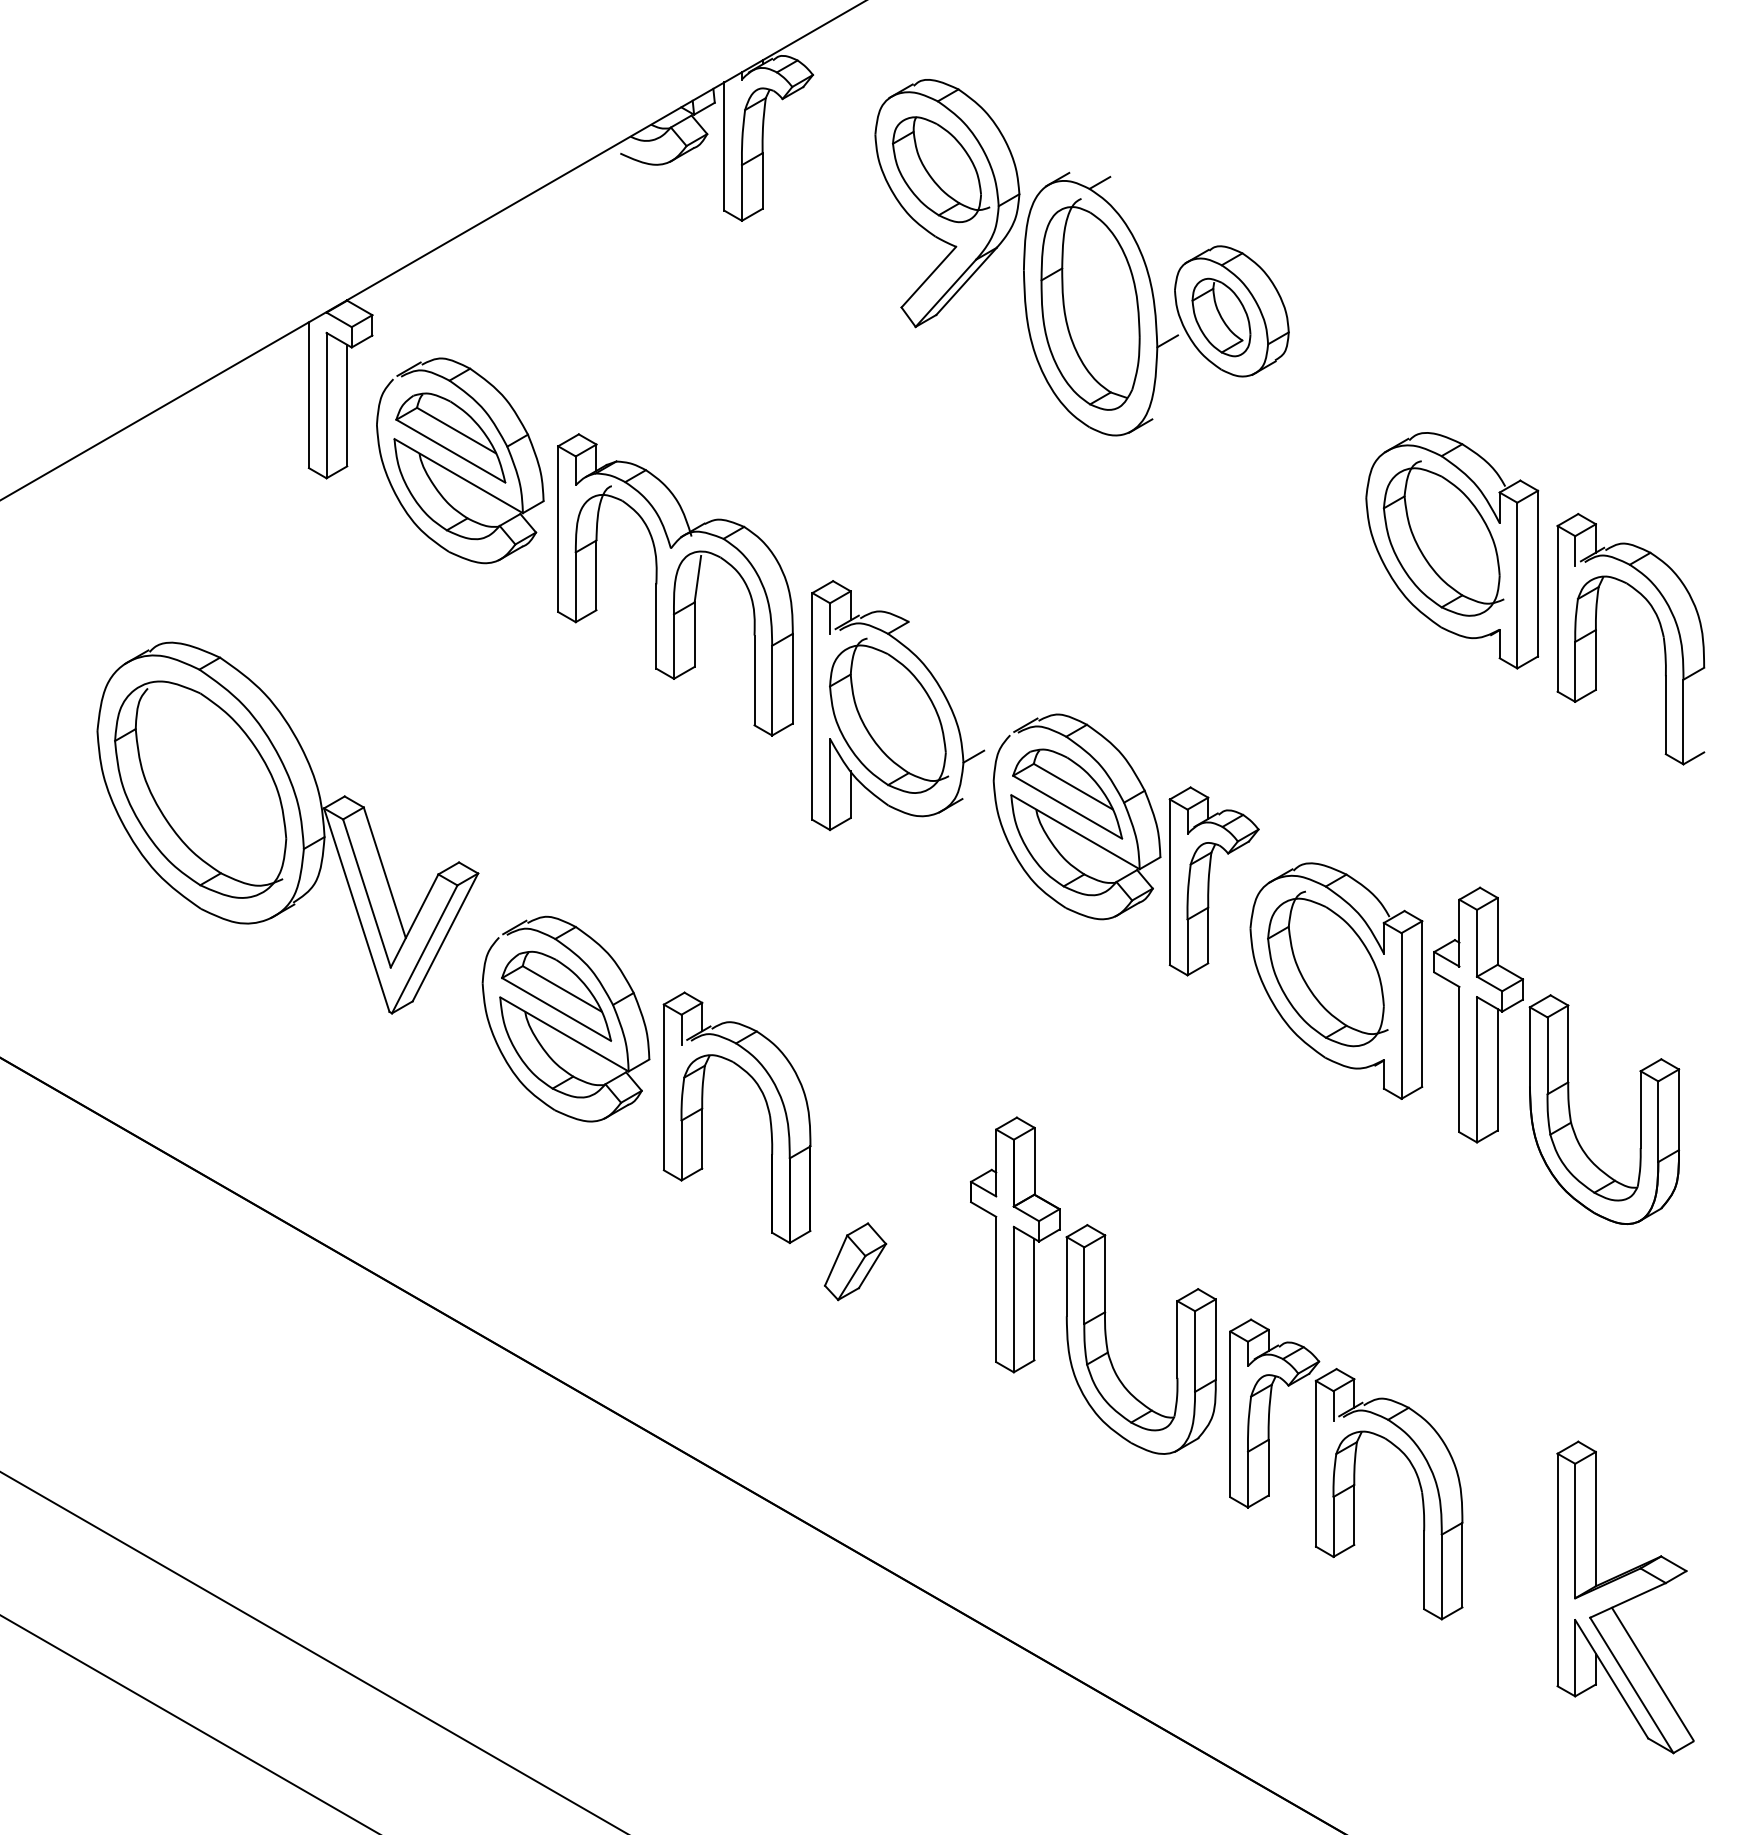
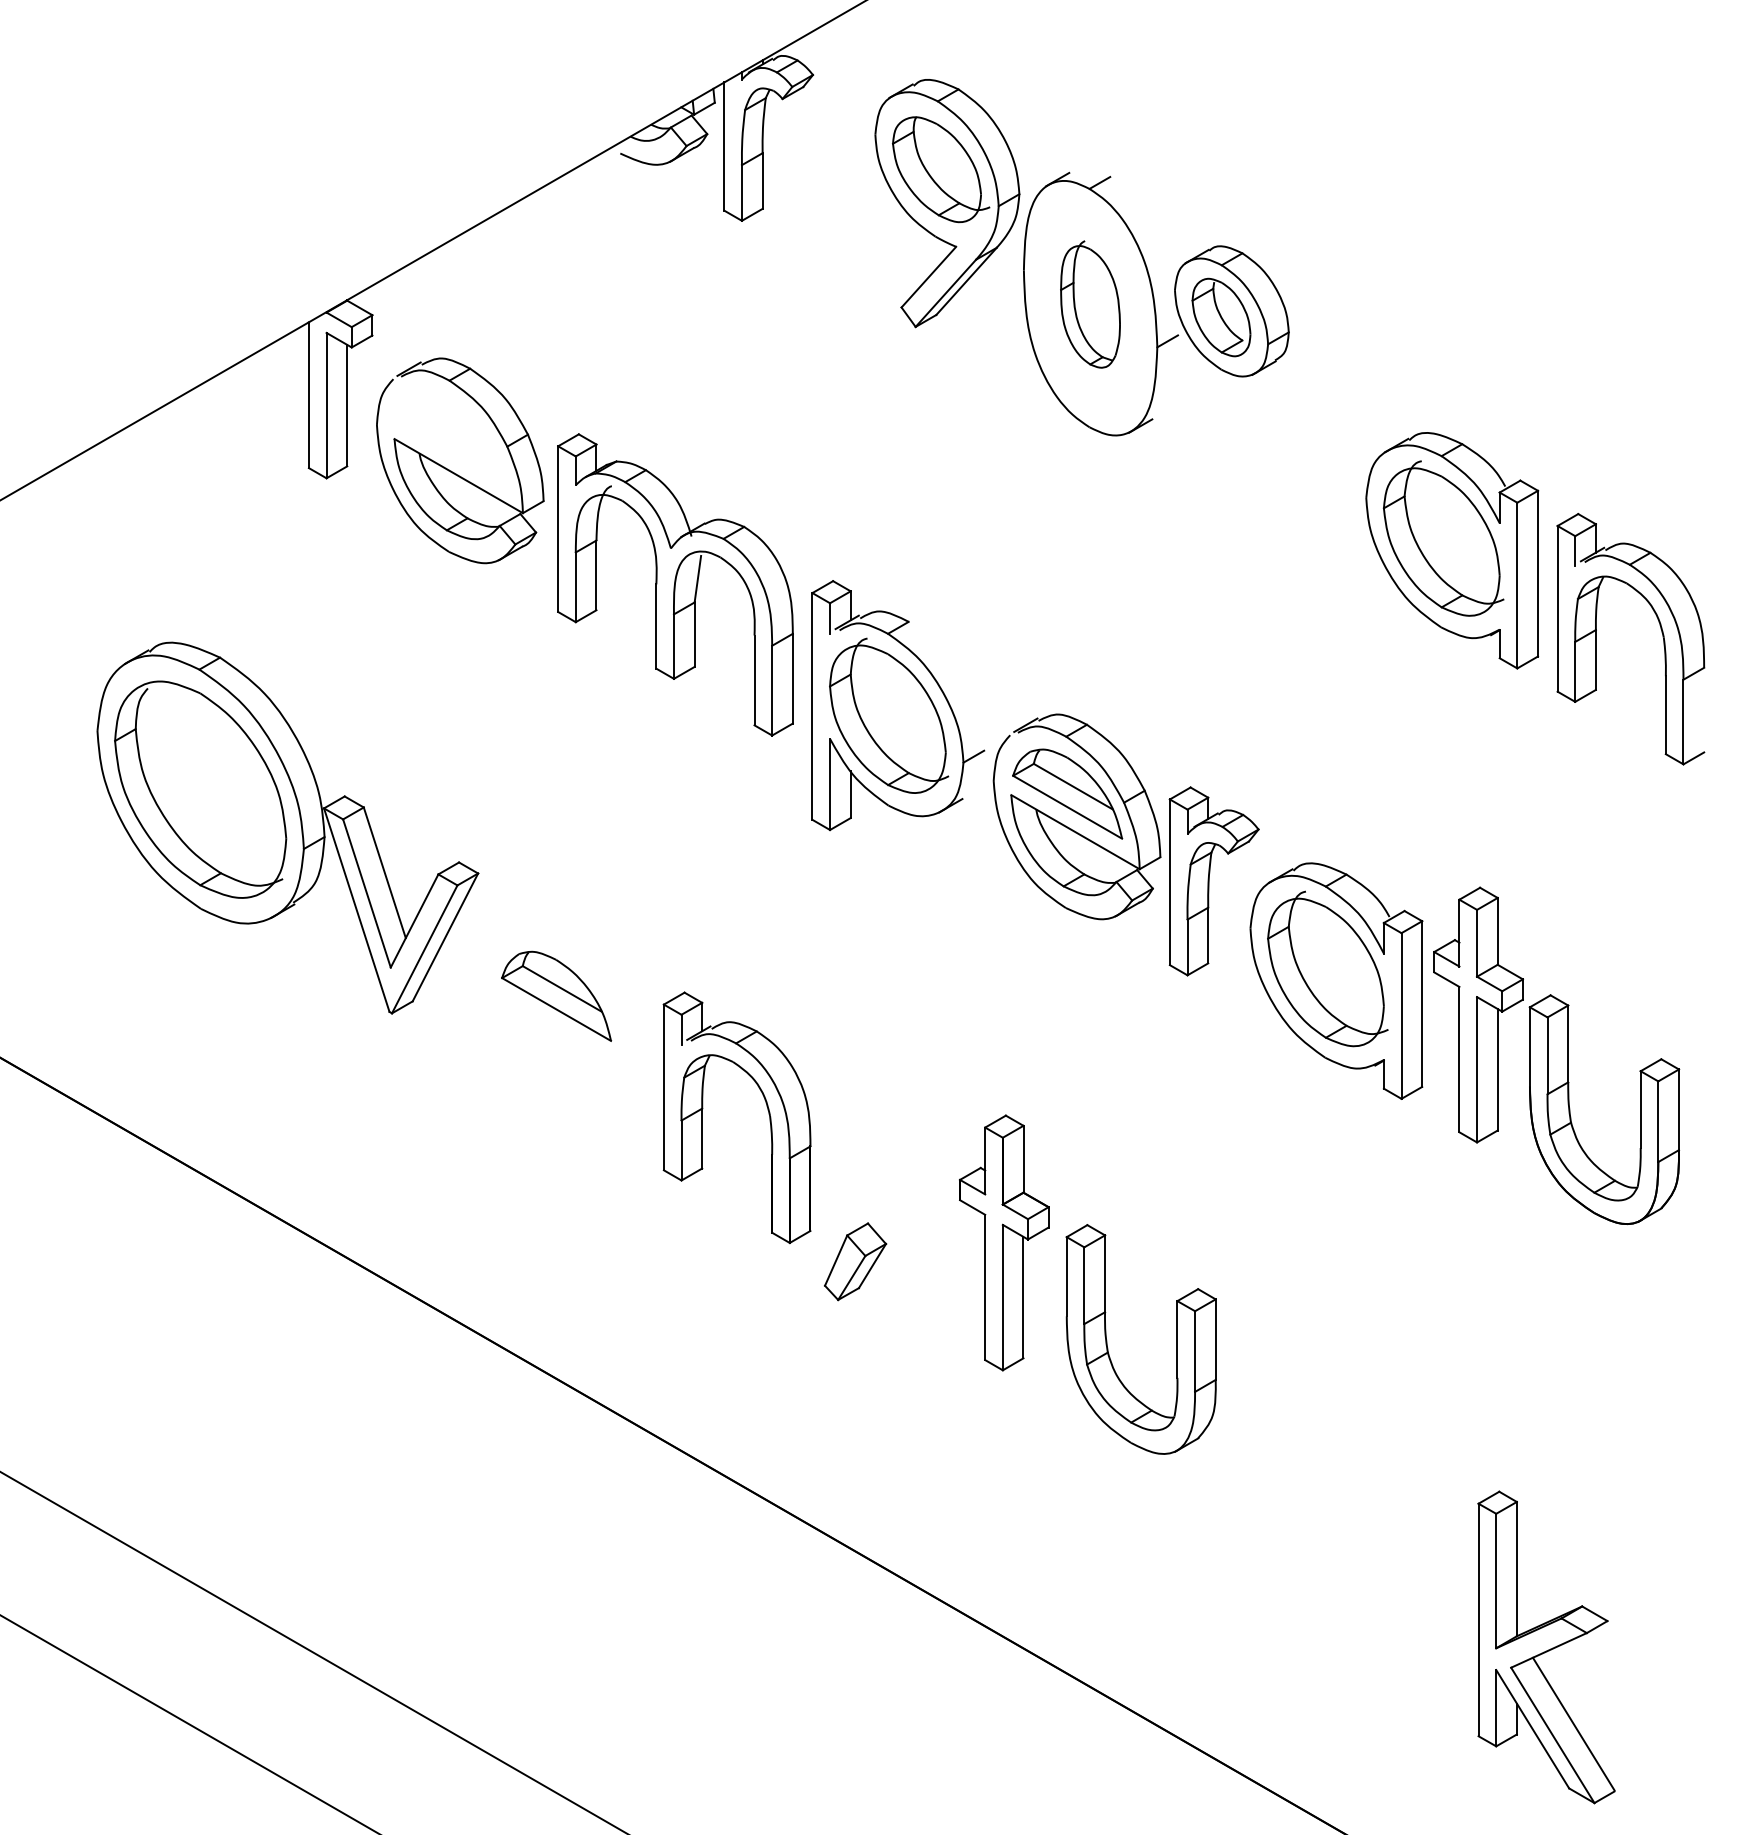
part at (1090, 304) size: 101x213 px -> 61x129 px
part at (450, 437): present -> none
part at (558, 1029): present -> none
part at (1015, 1244) position: (1015, 1244) -> (1004, 1242)
part at (1346, 1469): present -> none
part at (1625, 1597) position: (1625, 1597) -> (1546, 1647)
